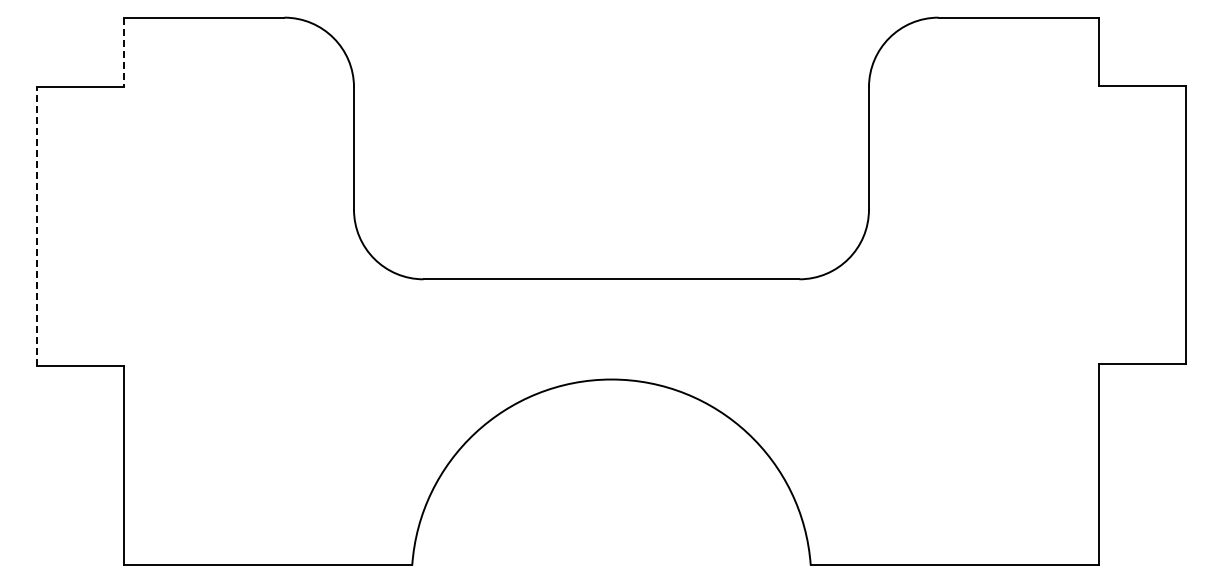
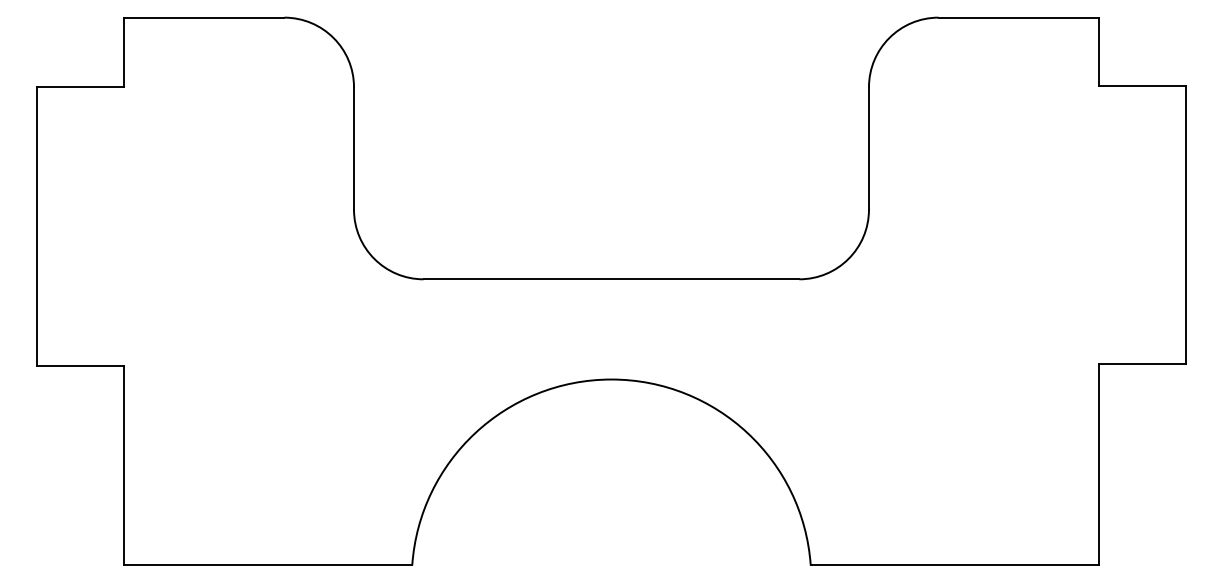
line at (124, 52): dashed -> solid
line at (36, 225): dashed -> solid
